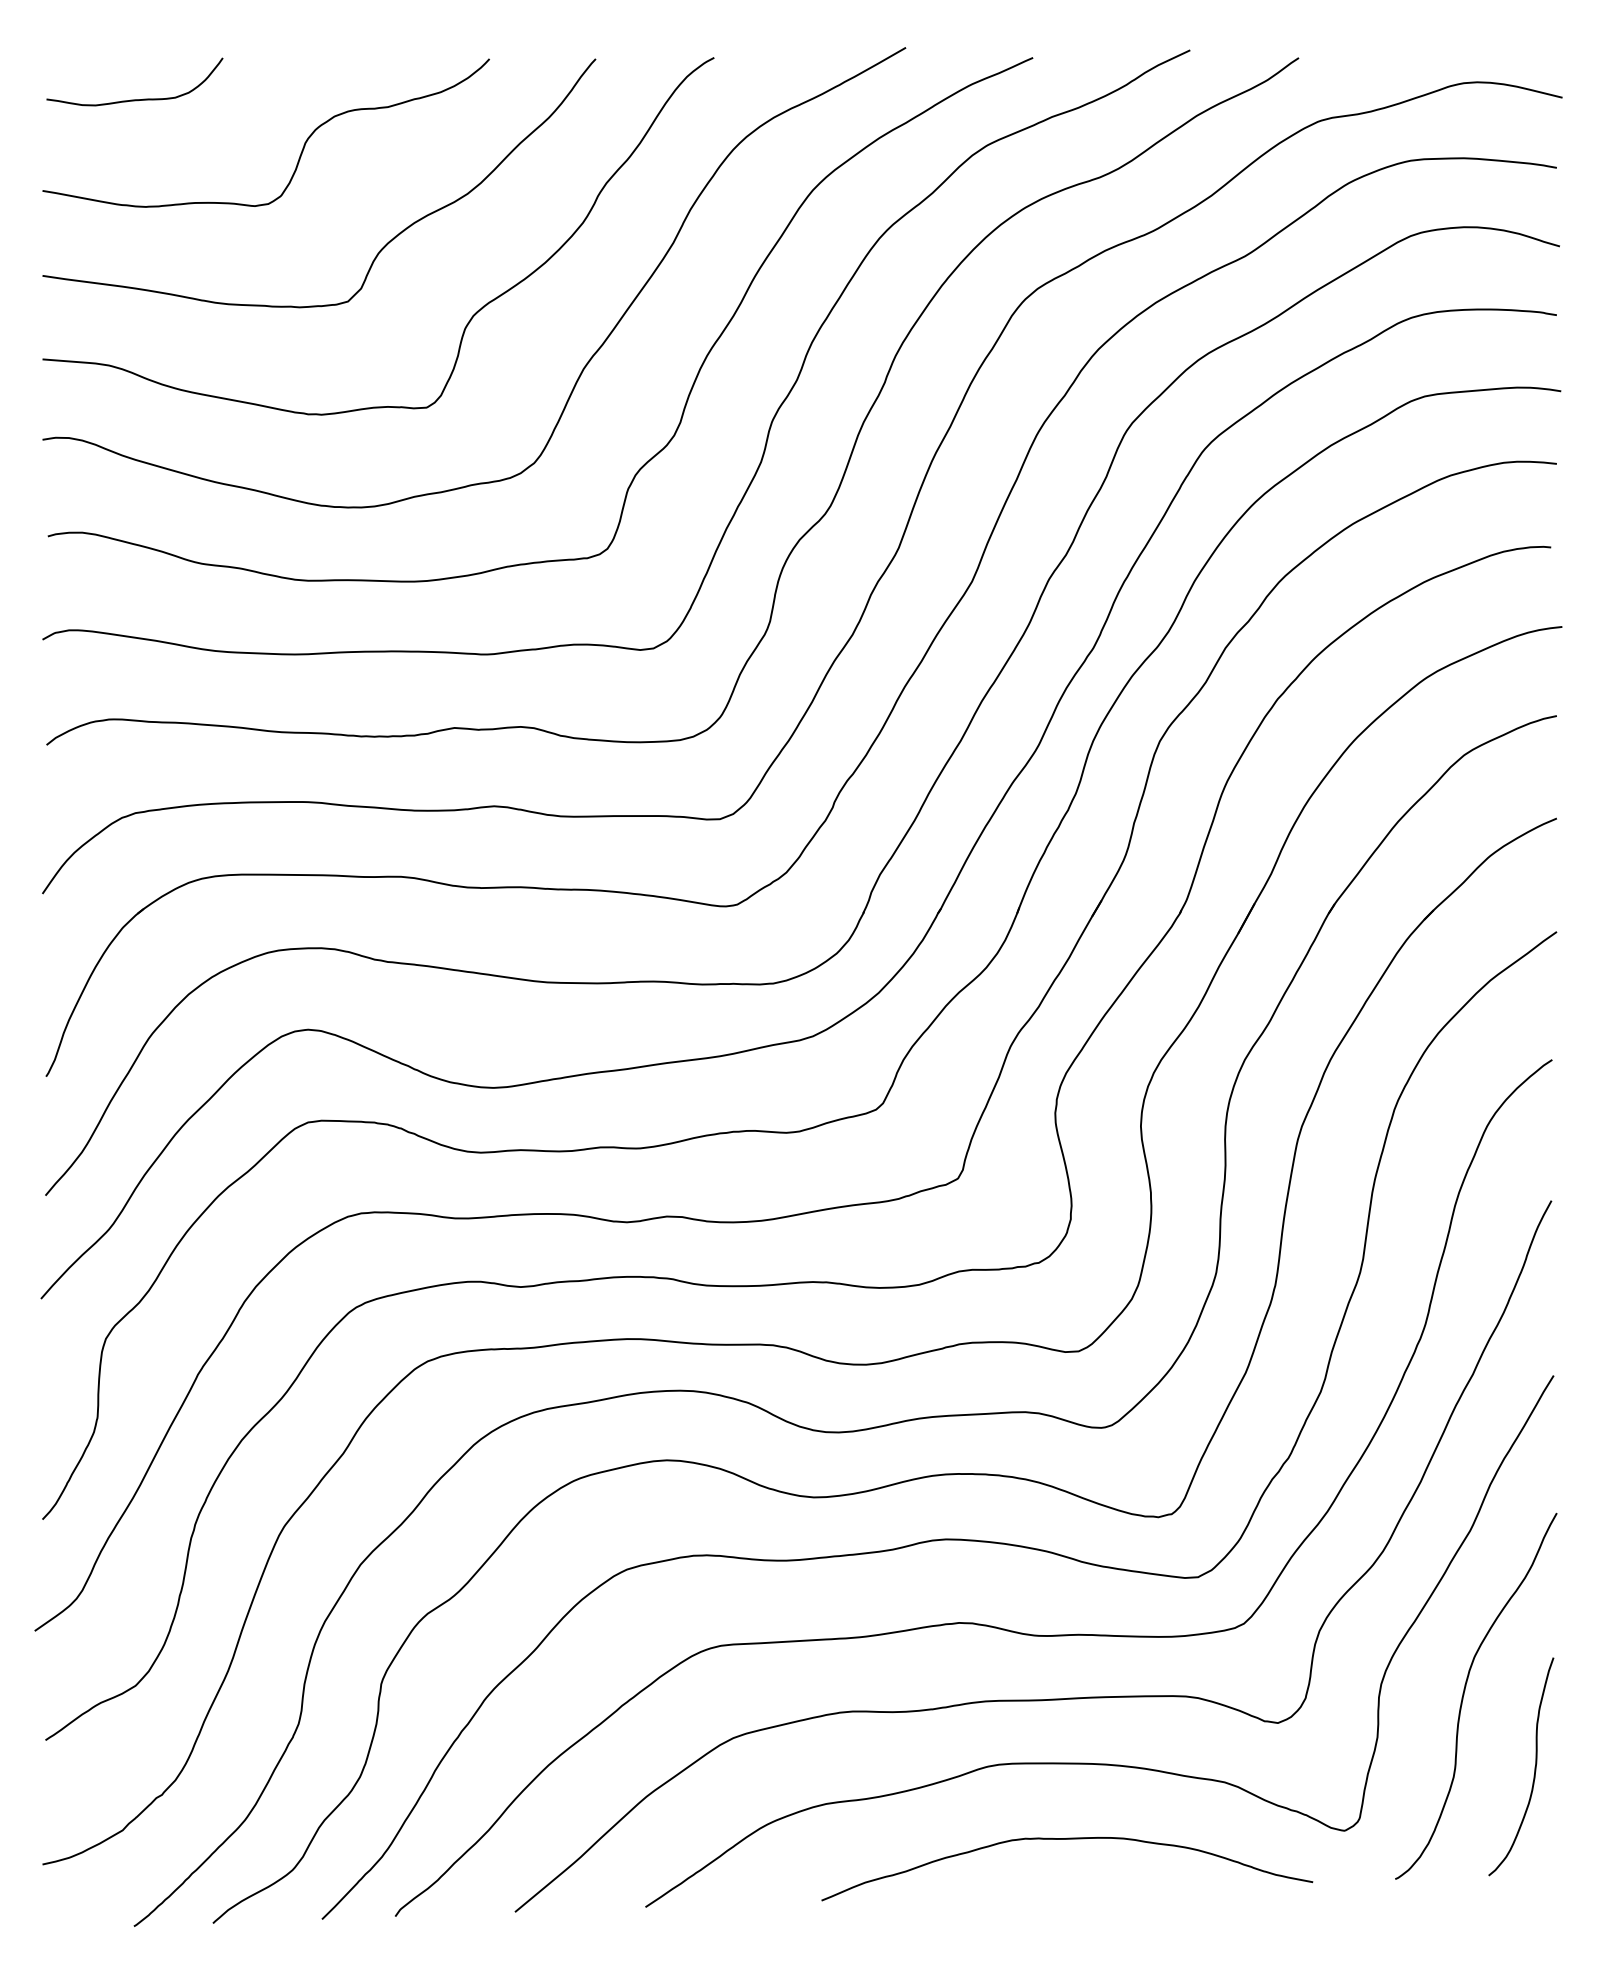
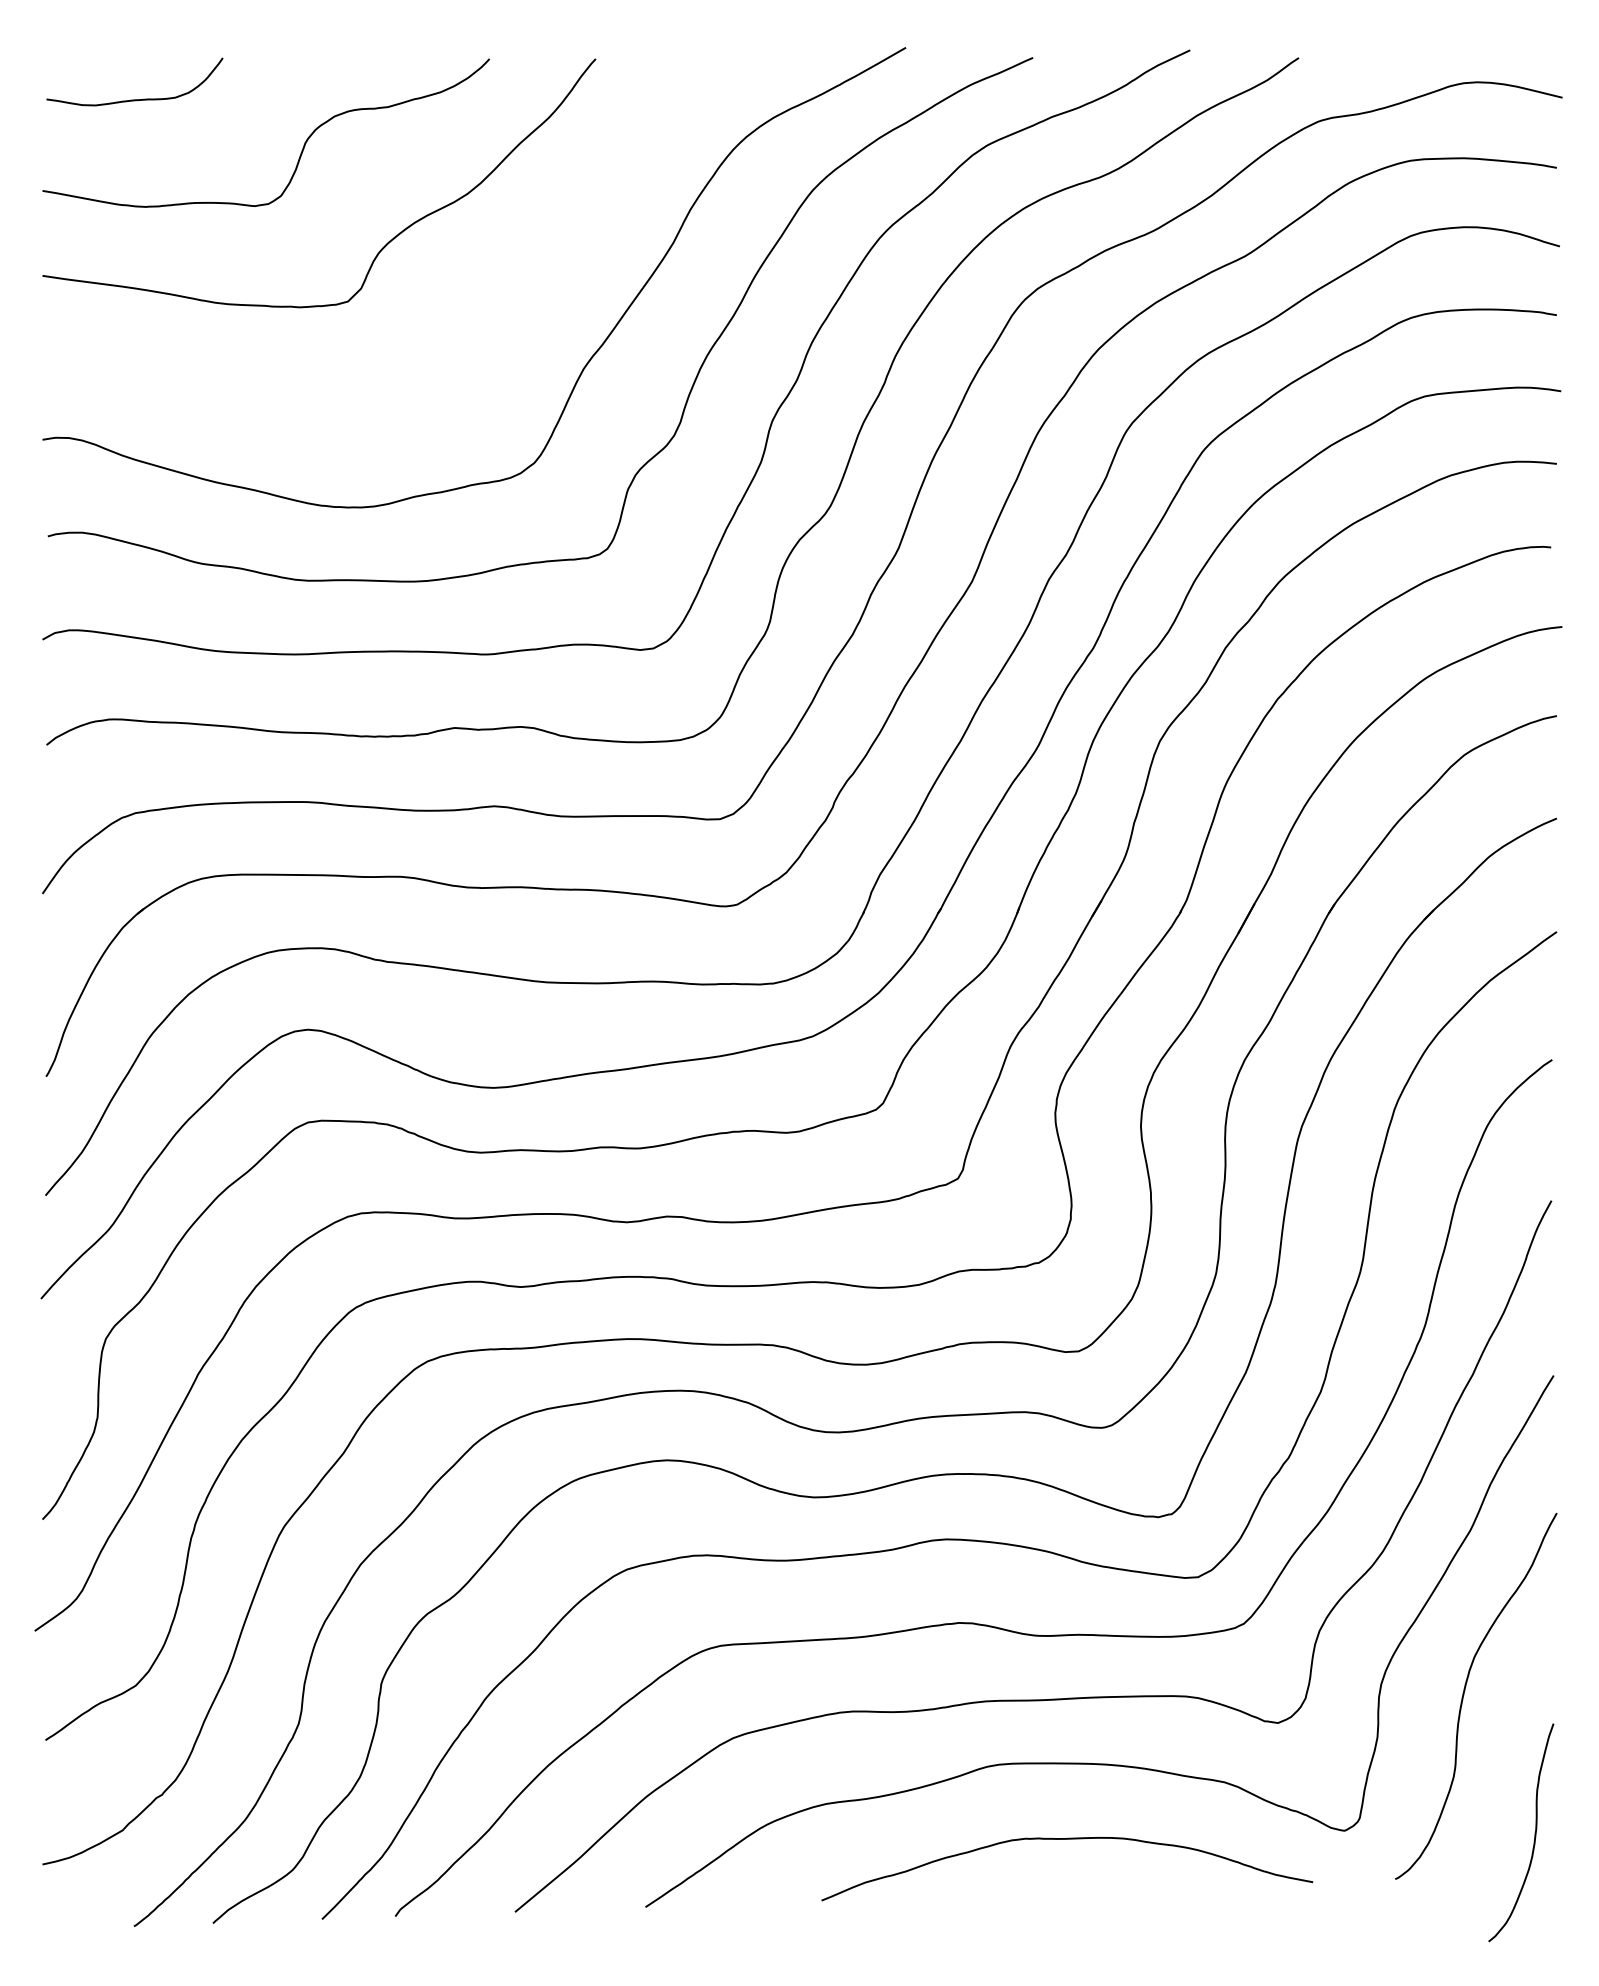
curve at (471, 316): present -> none
curve at (1534, 1766) position: (1534, 1766) -> (1534, 1832)
